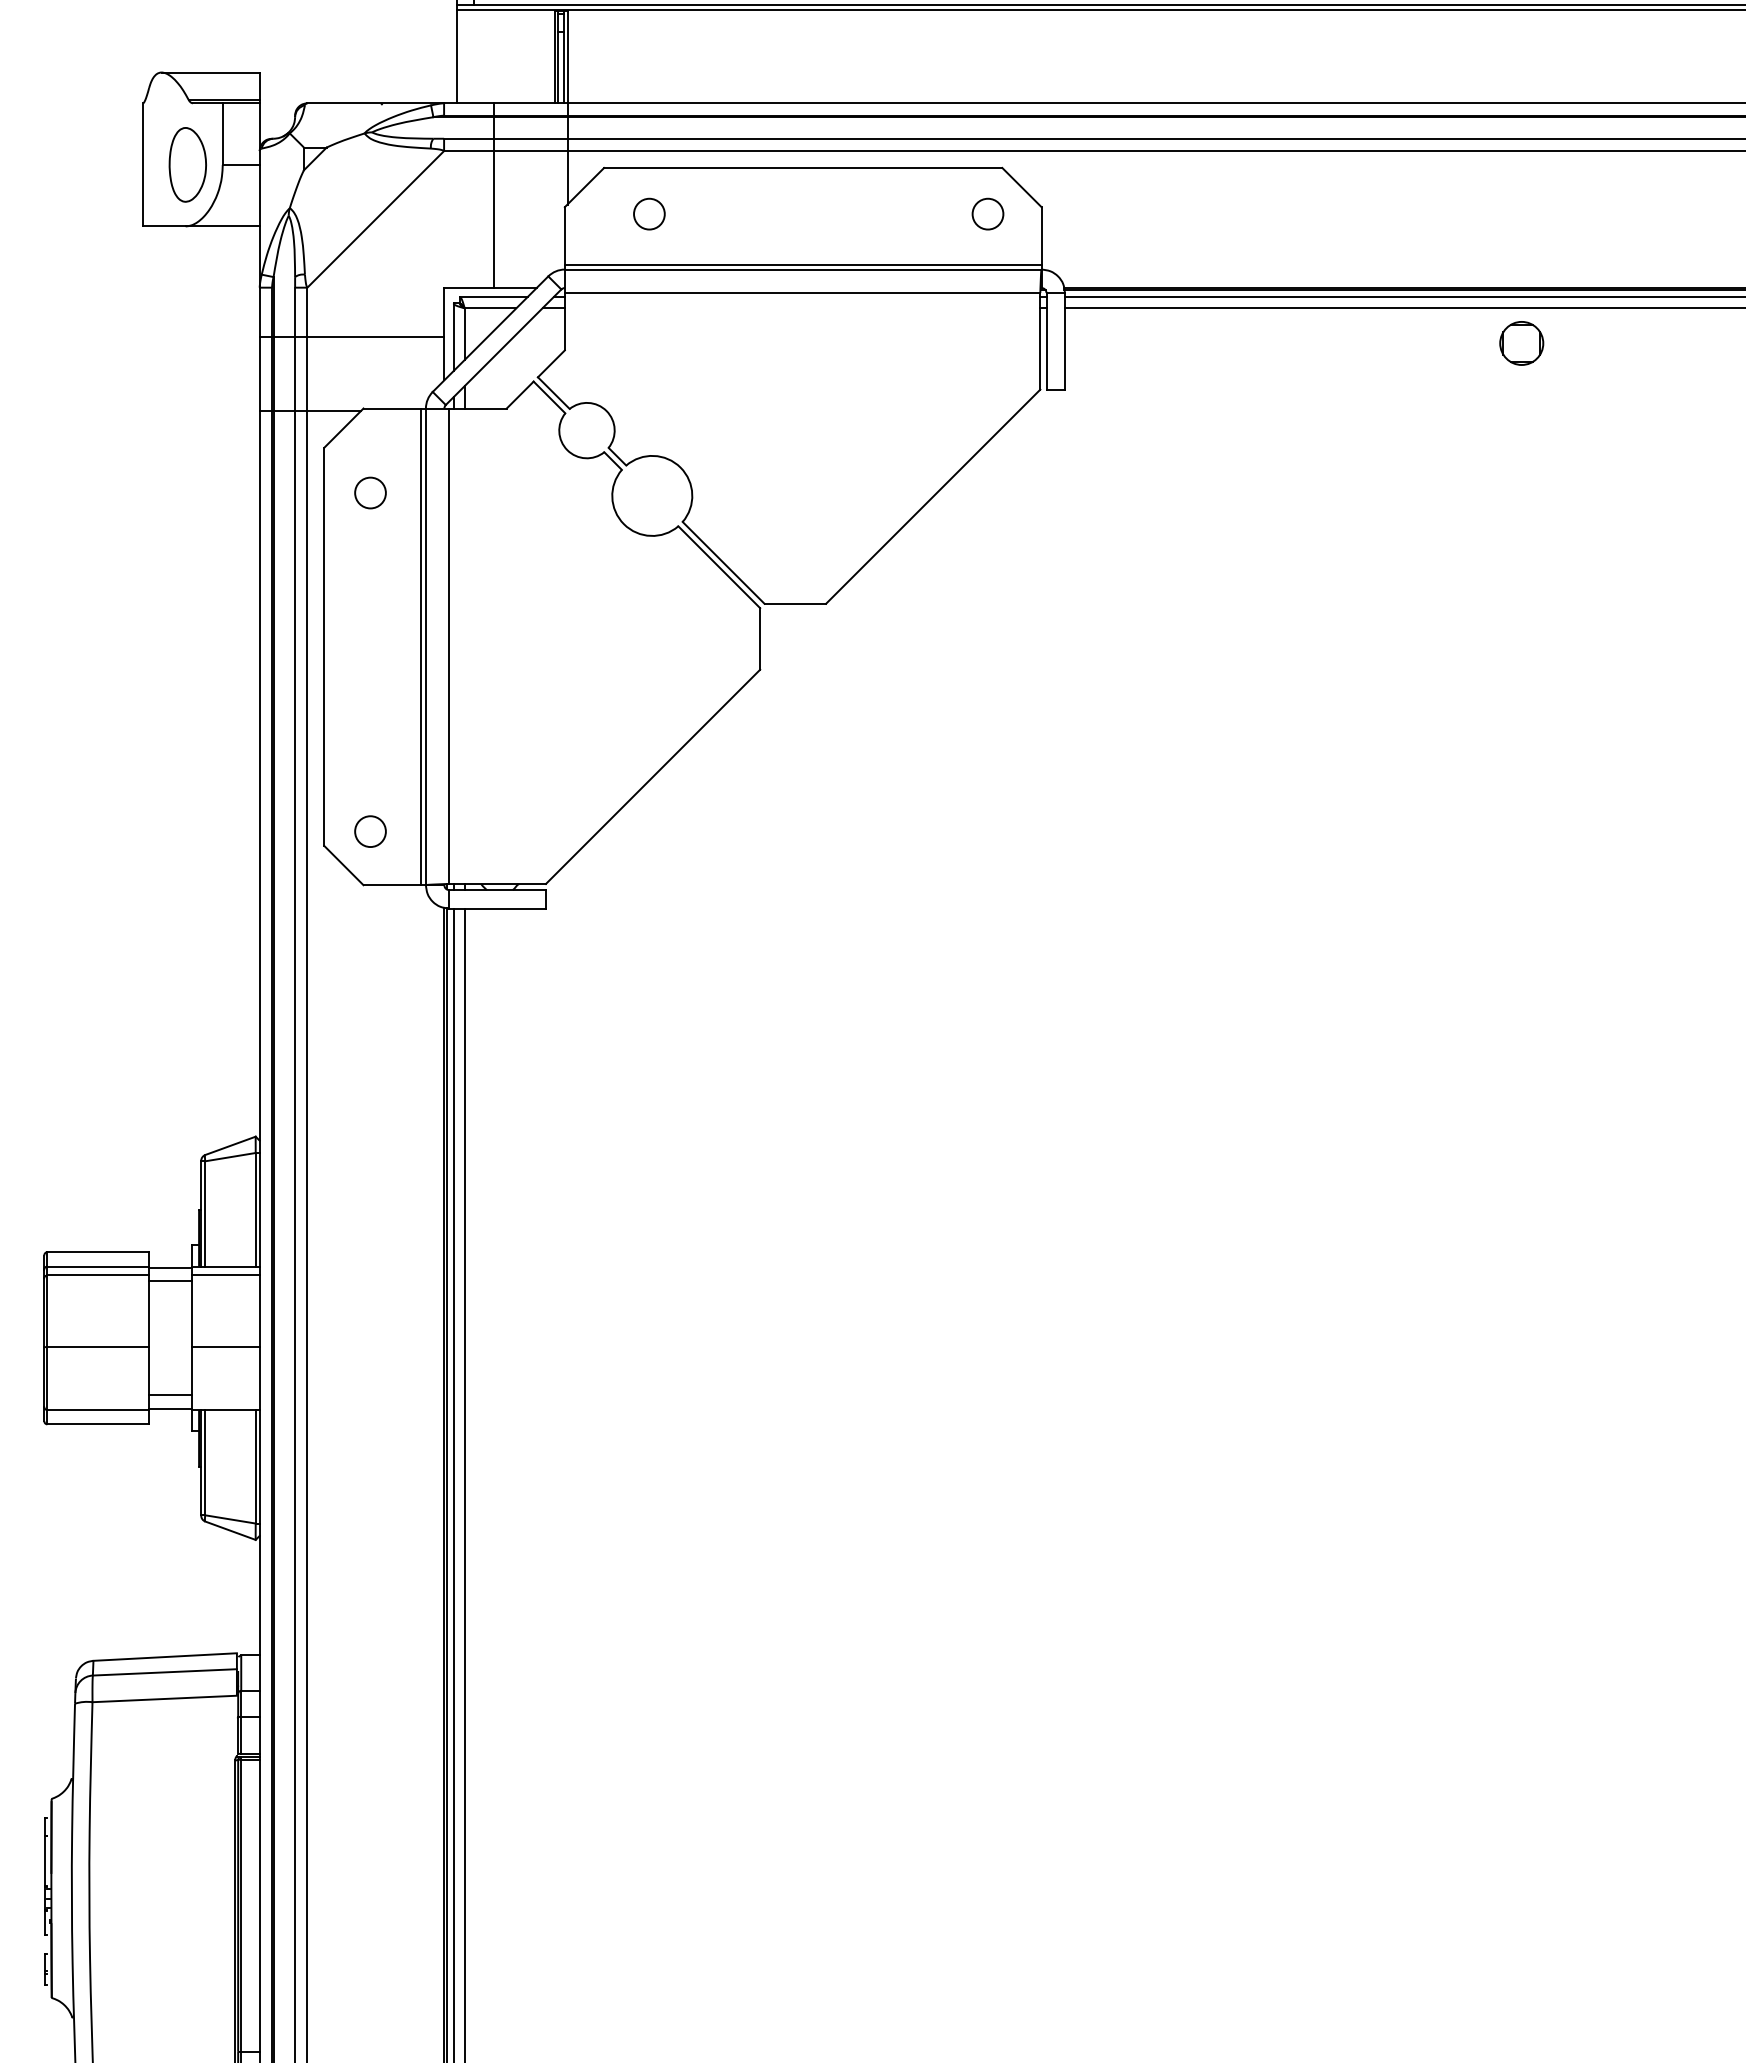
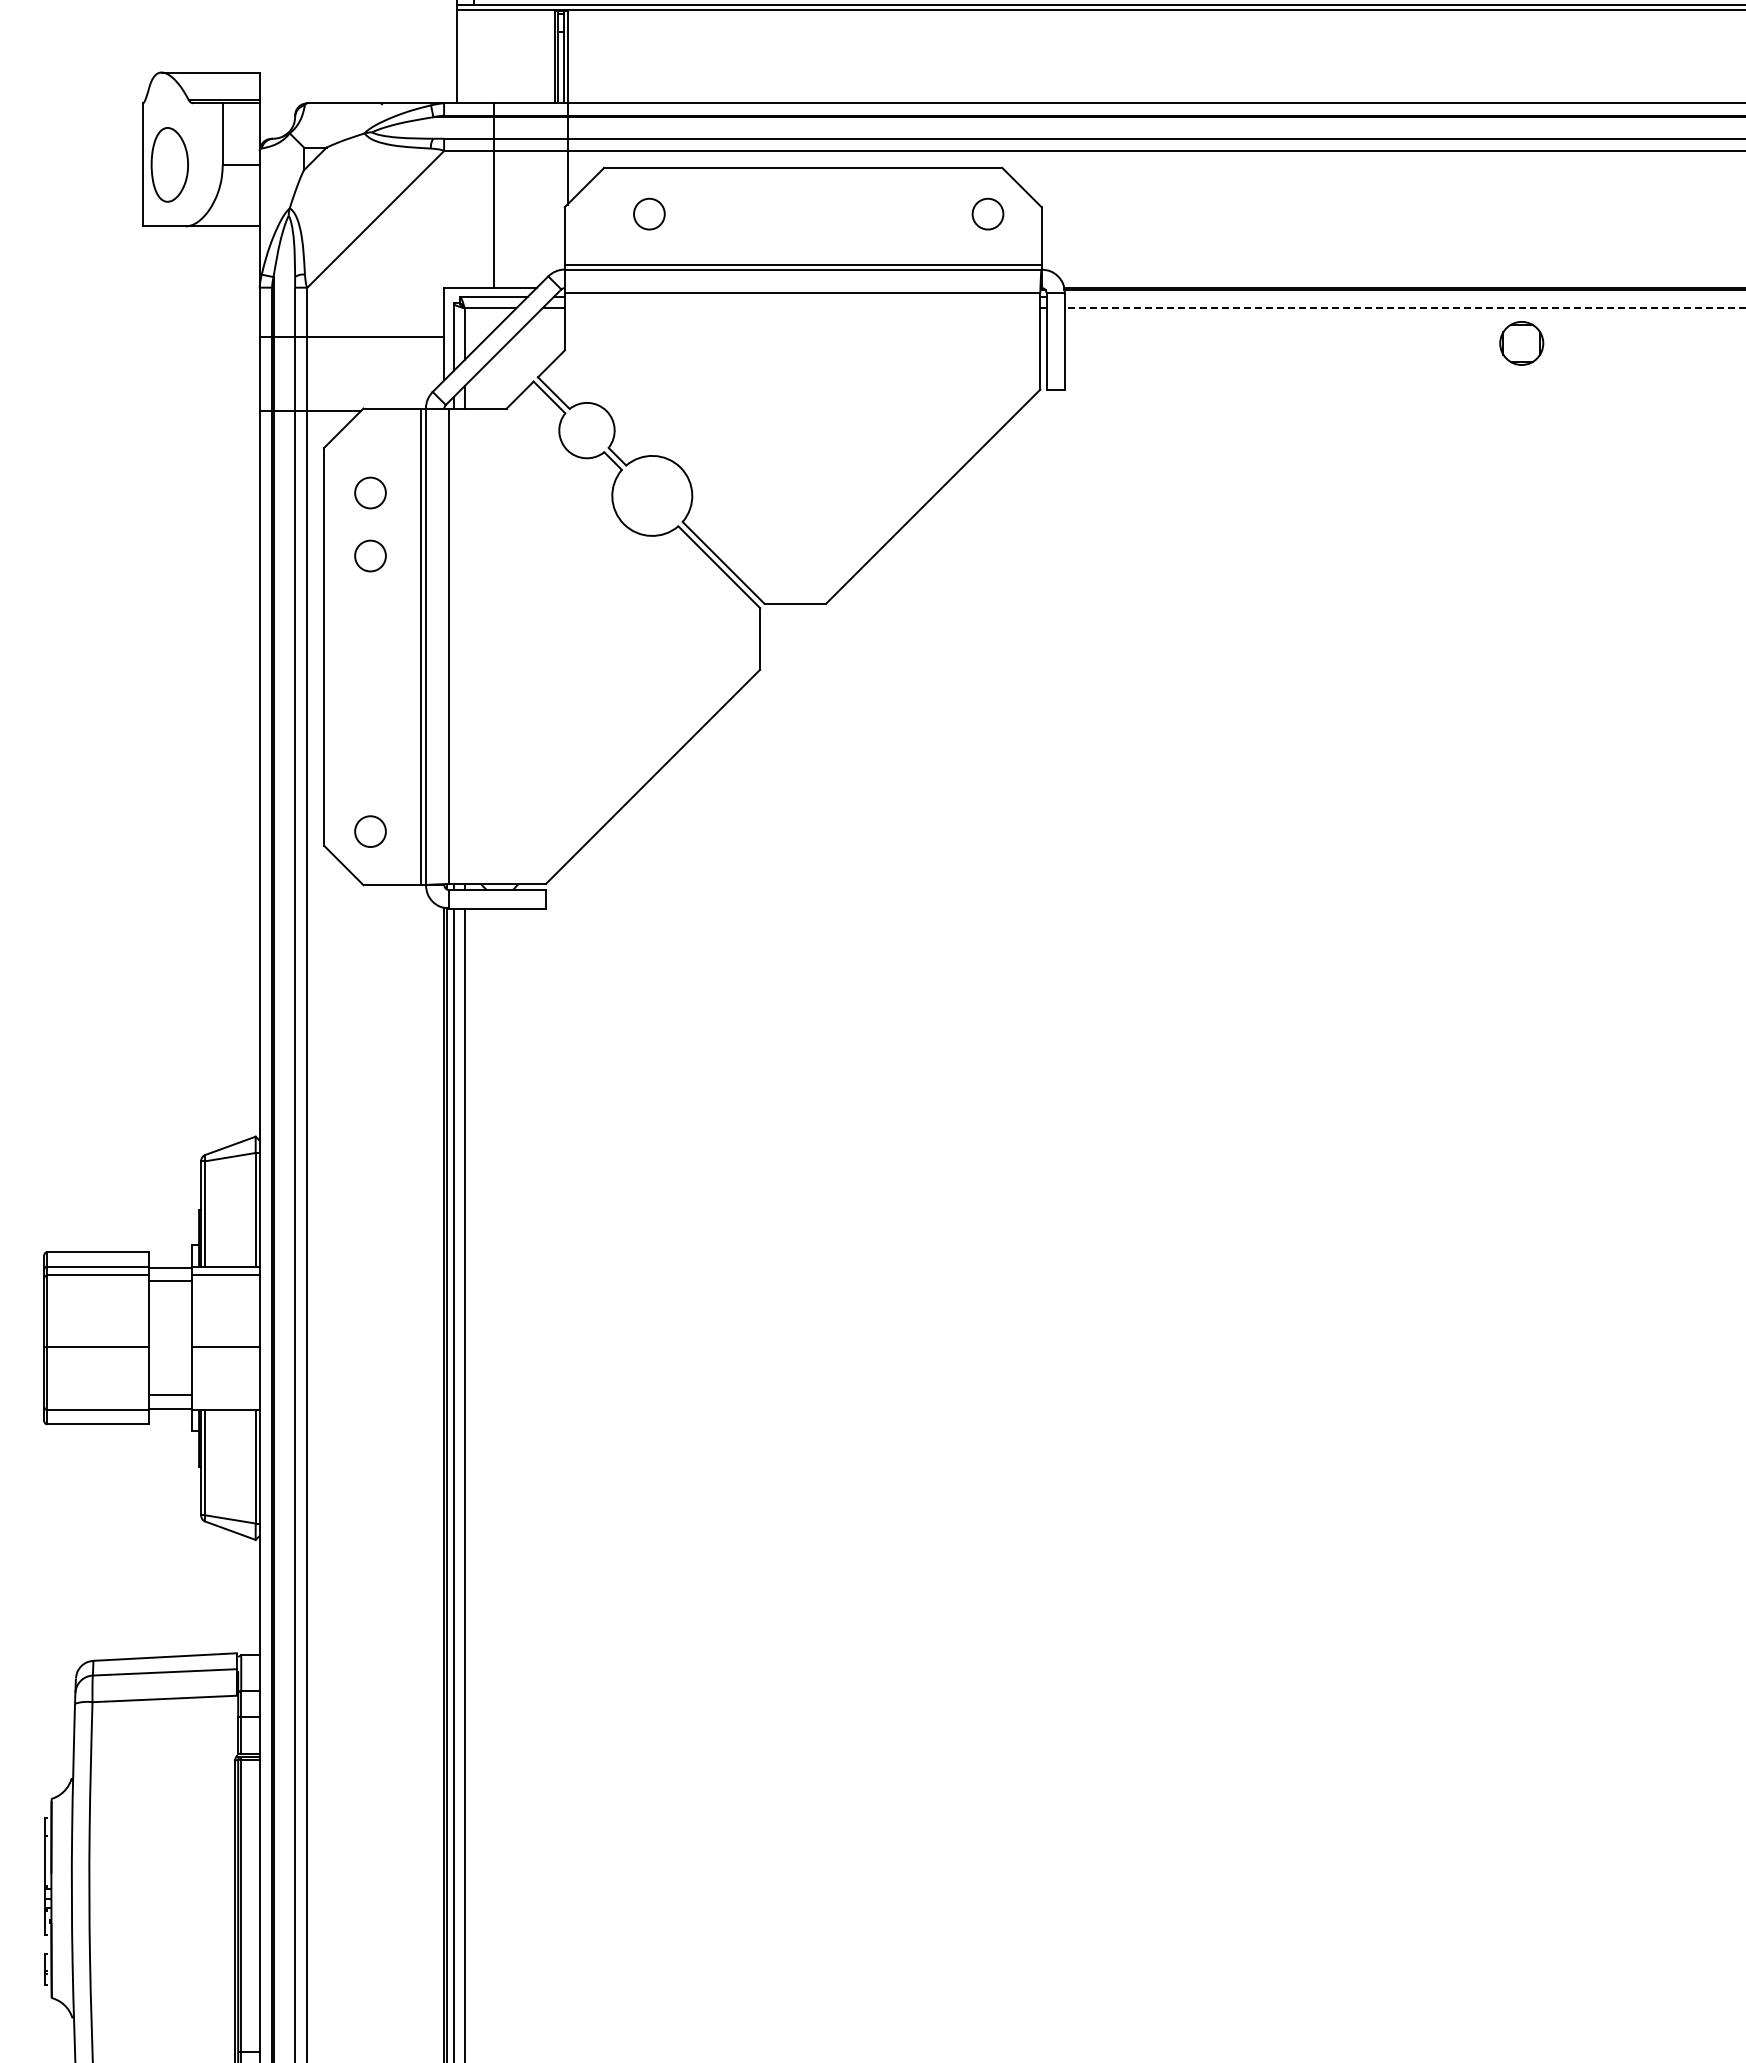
part at (187, 164) position: (187, 164) -> (169, 164)
line at (1403, 297): present -> none
line at (1404, 308): solid -> dashed
circle at (370, 555): none -> present
